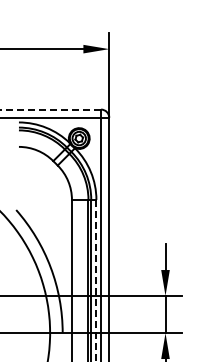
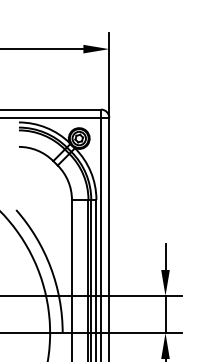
line at (50, 109): dashed -> solid
line at (96, 280): dashed -> solid
